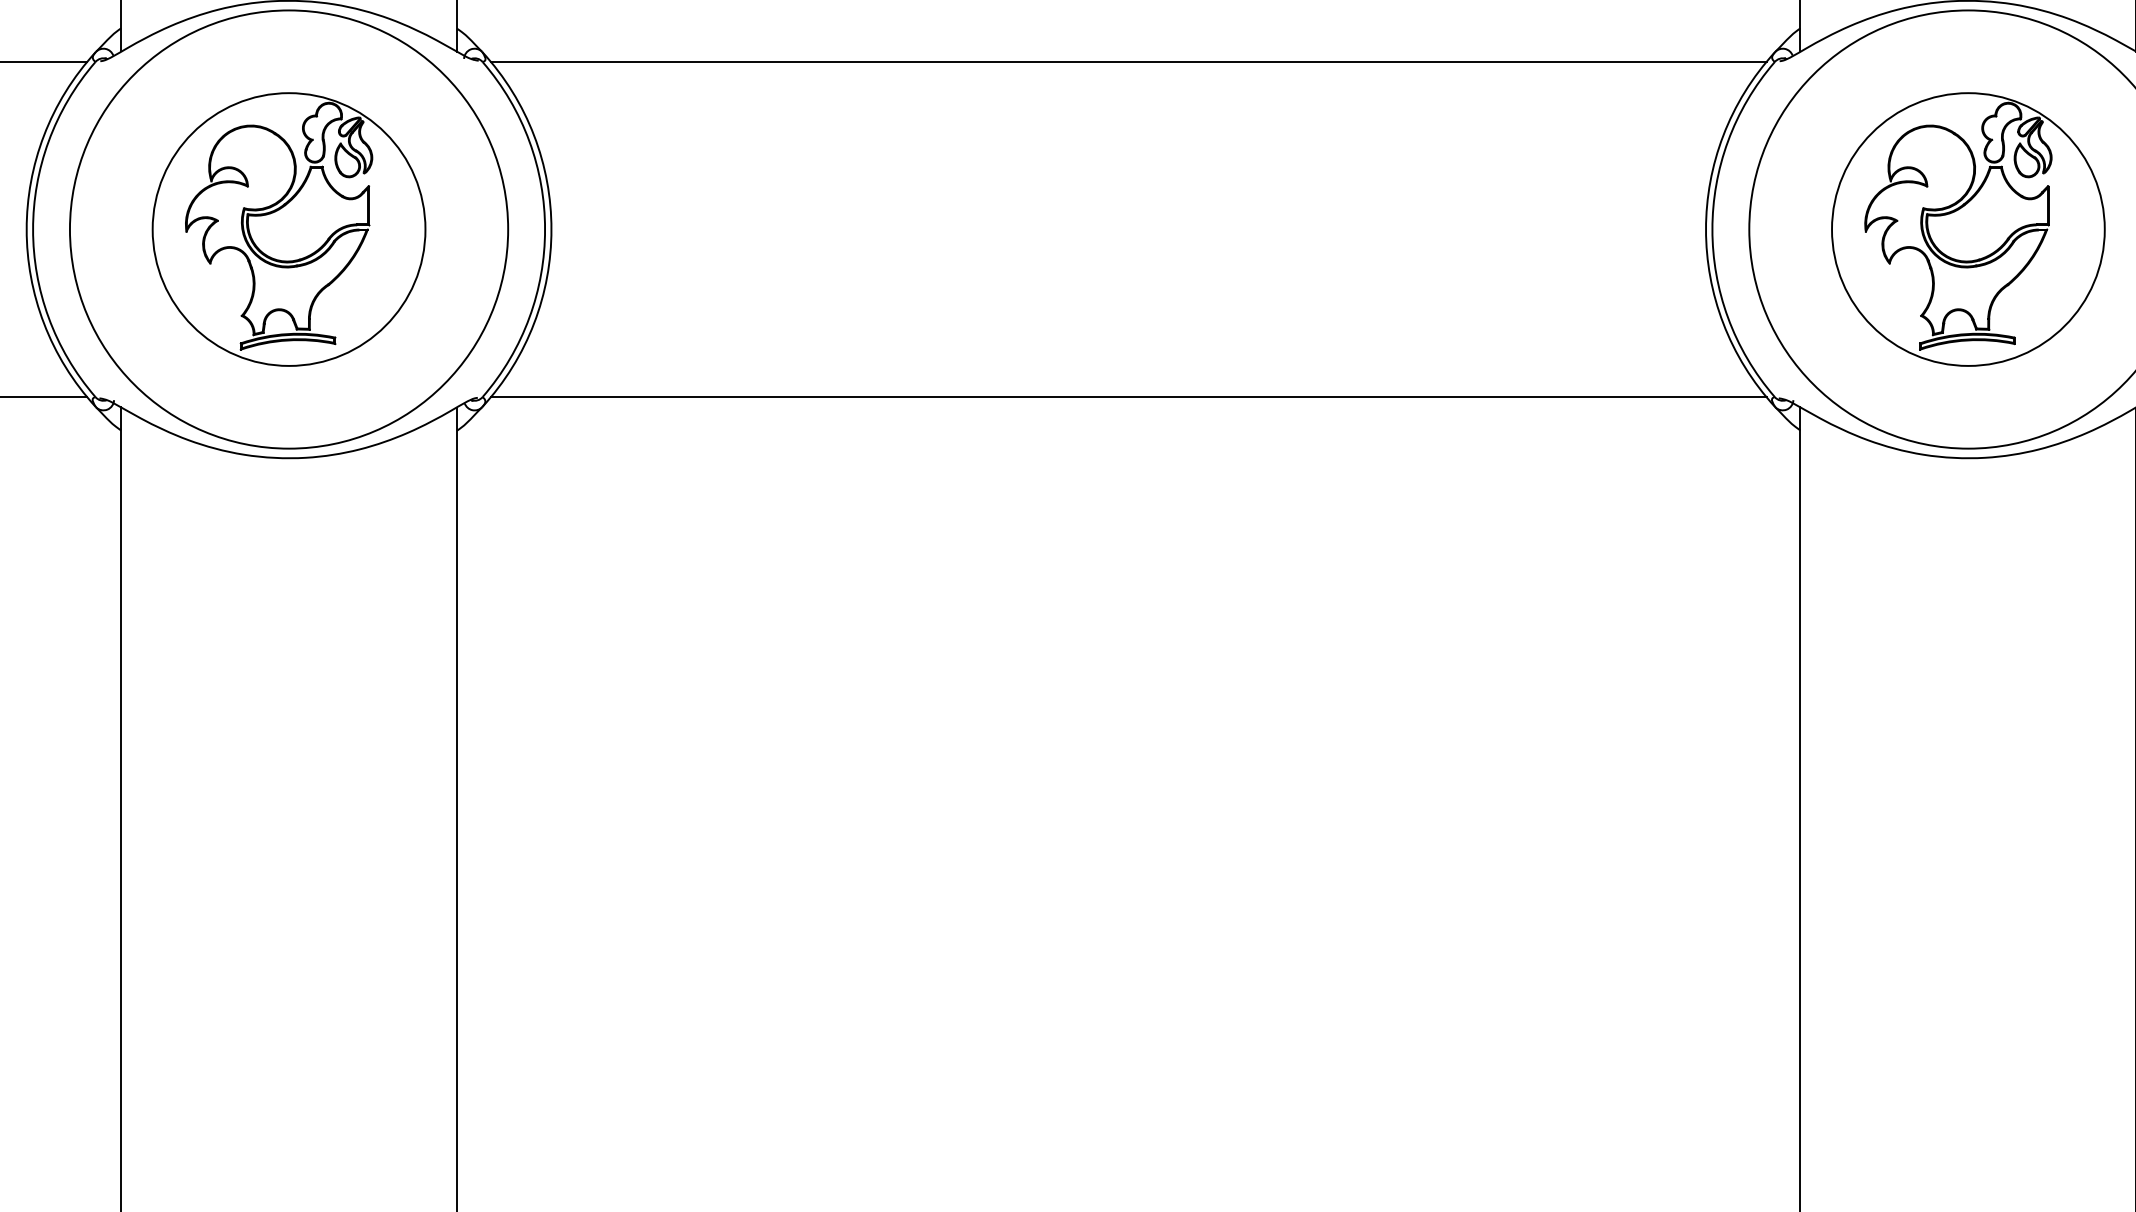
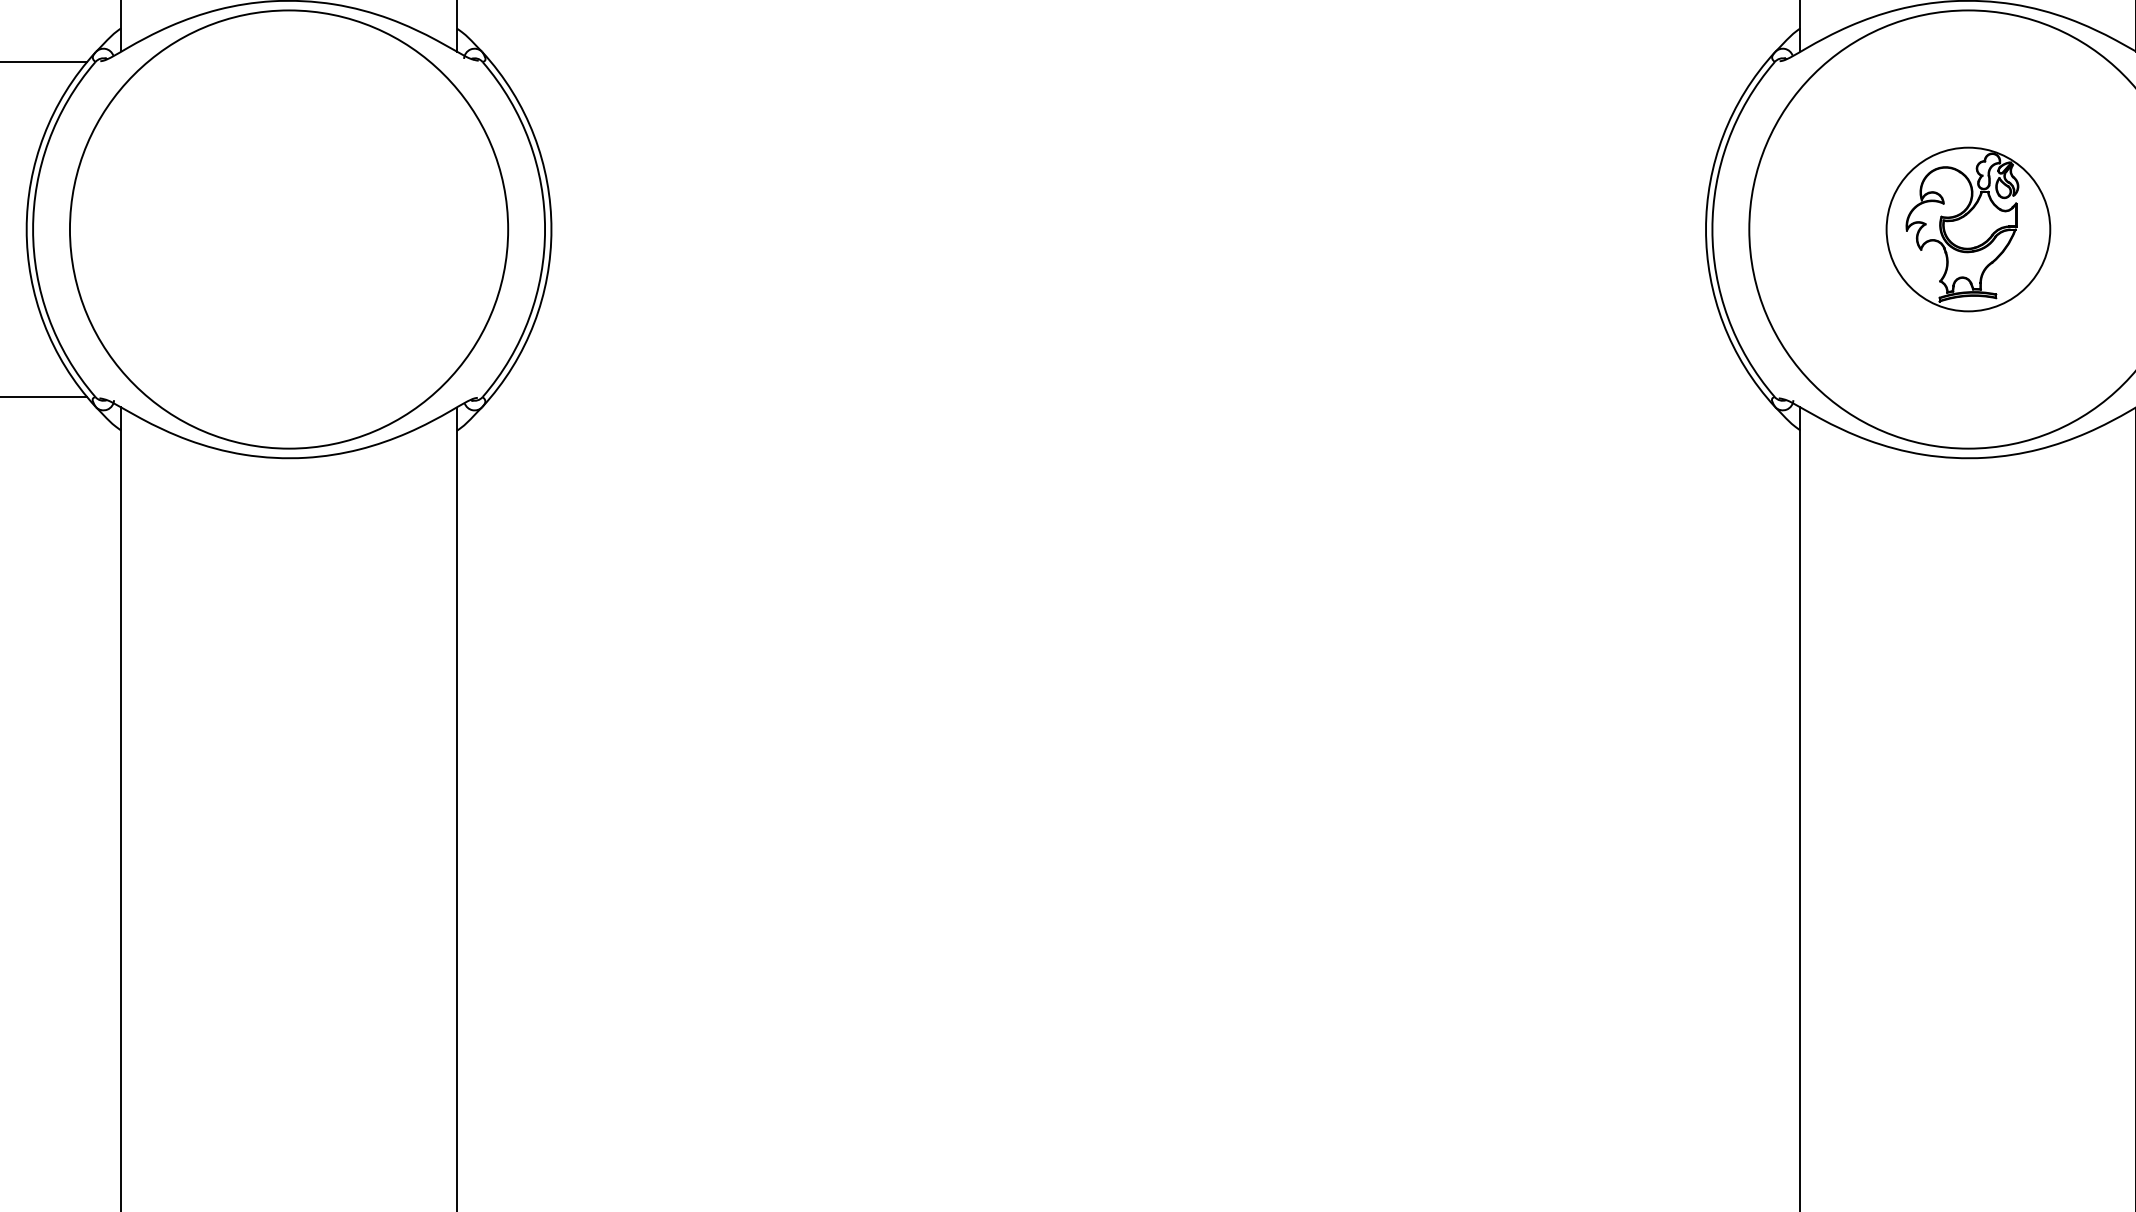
line at (1128, 61): present -> none
part at (288, 229): present -> none
part at (1968, 229) size: 275x275 px -> 167x167 px
line at (1128, 397): present -> none
